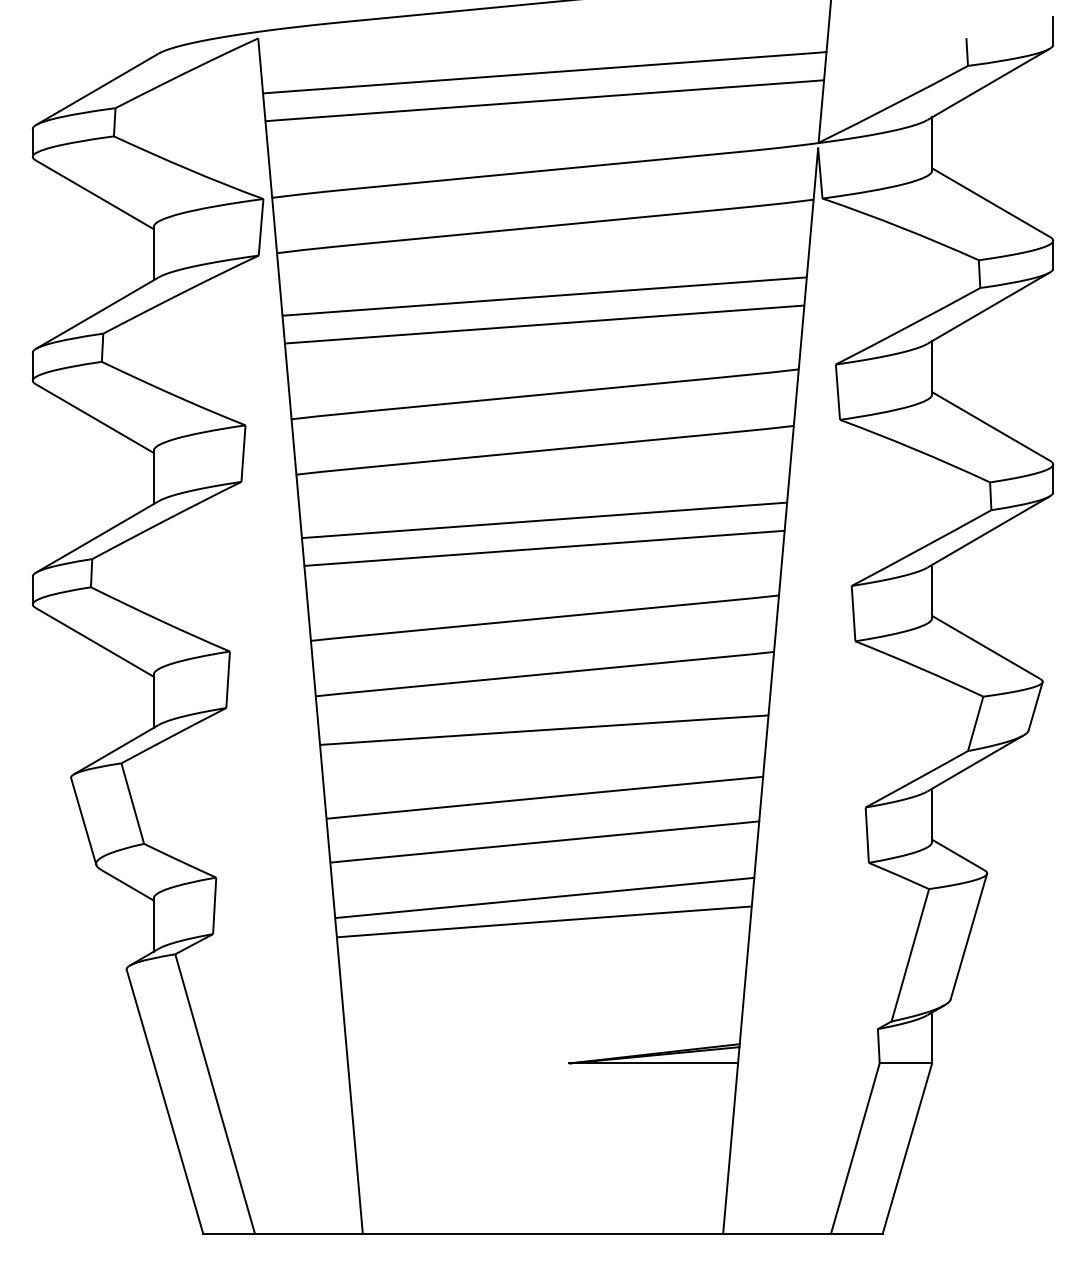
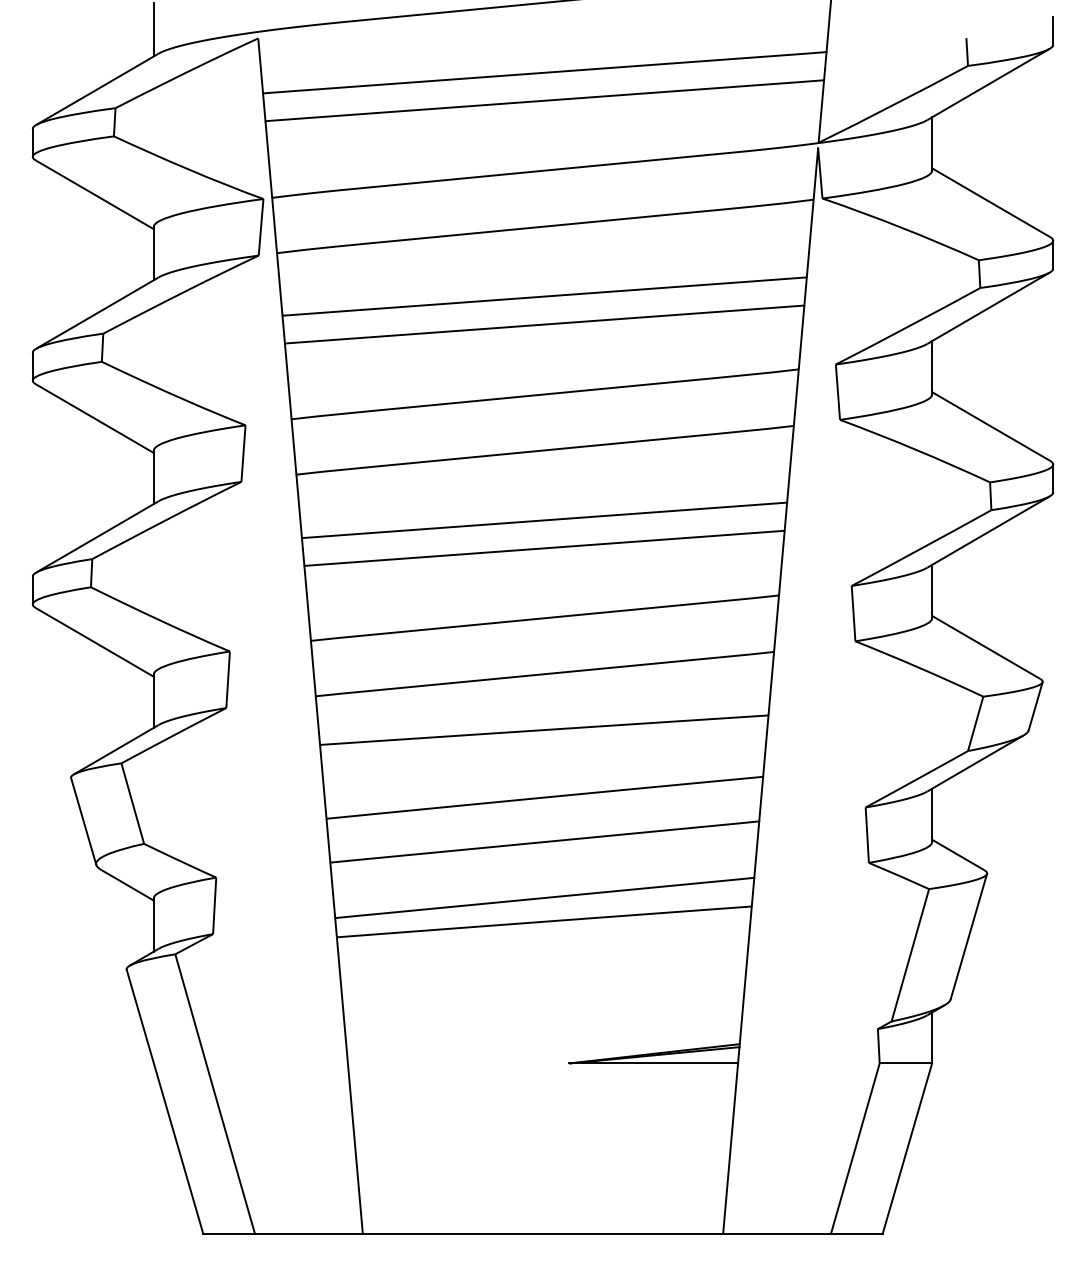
line at (153, 29): none -> present
